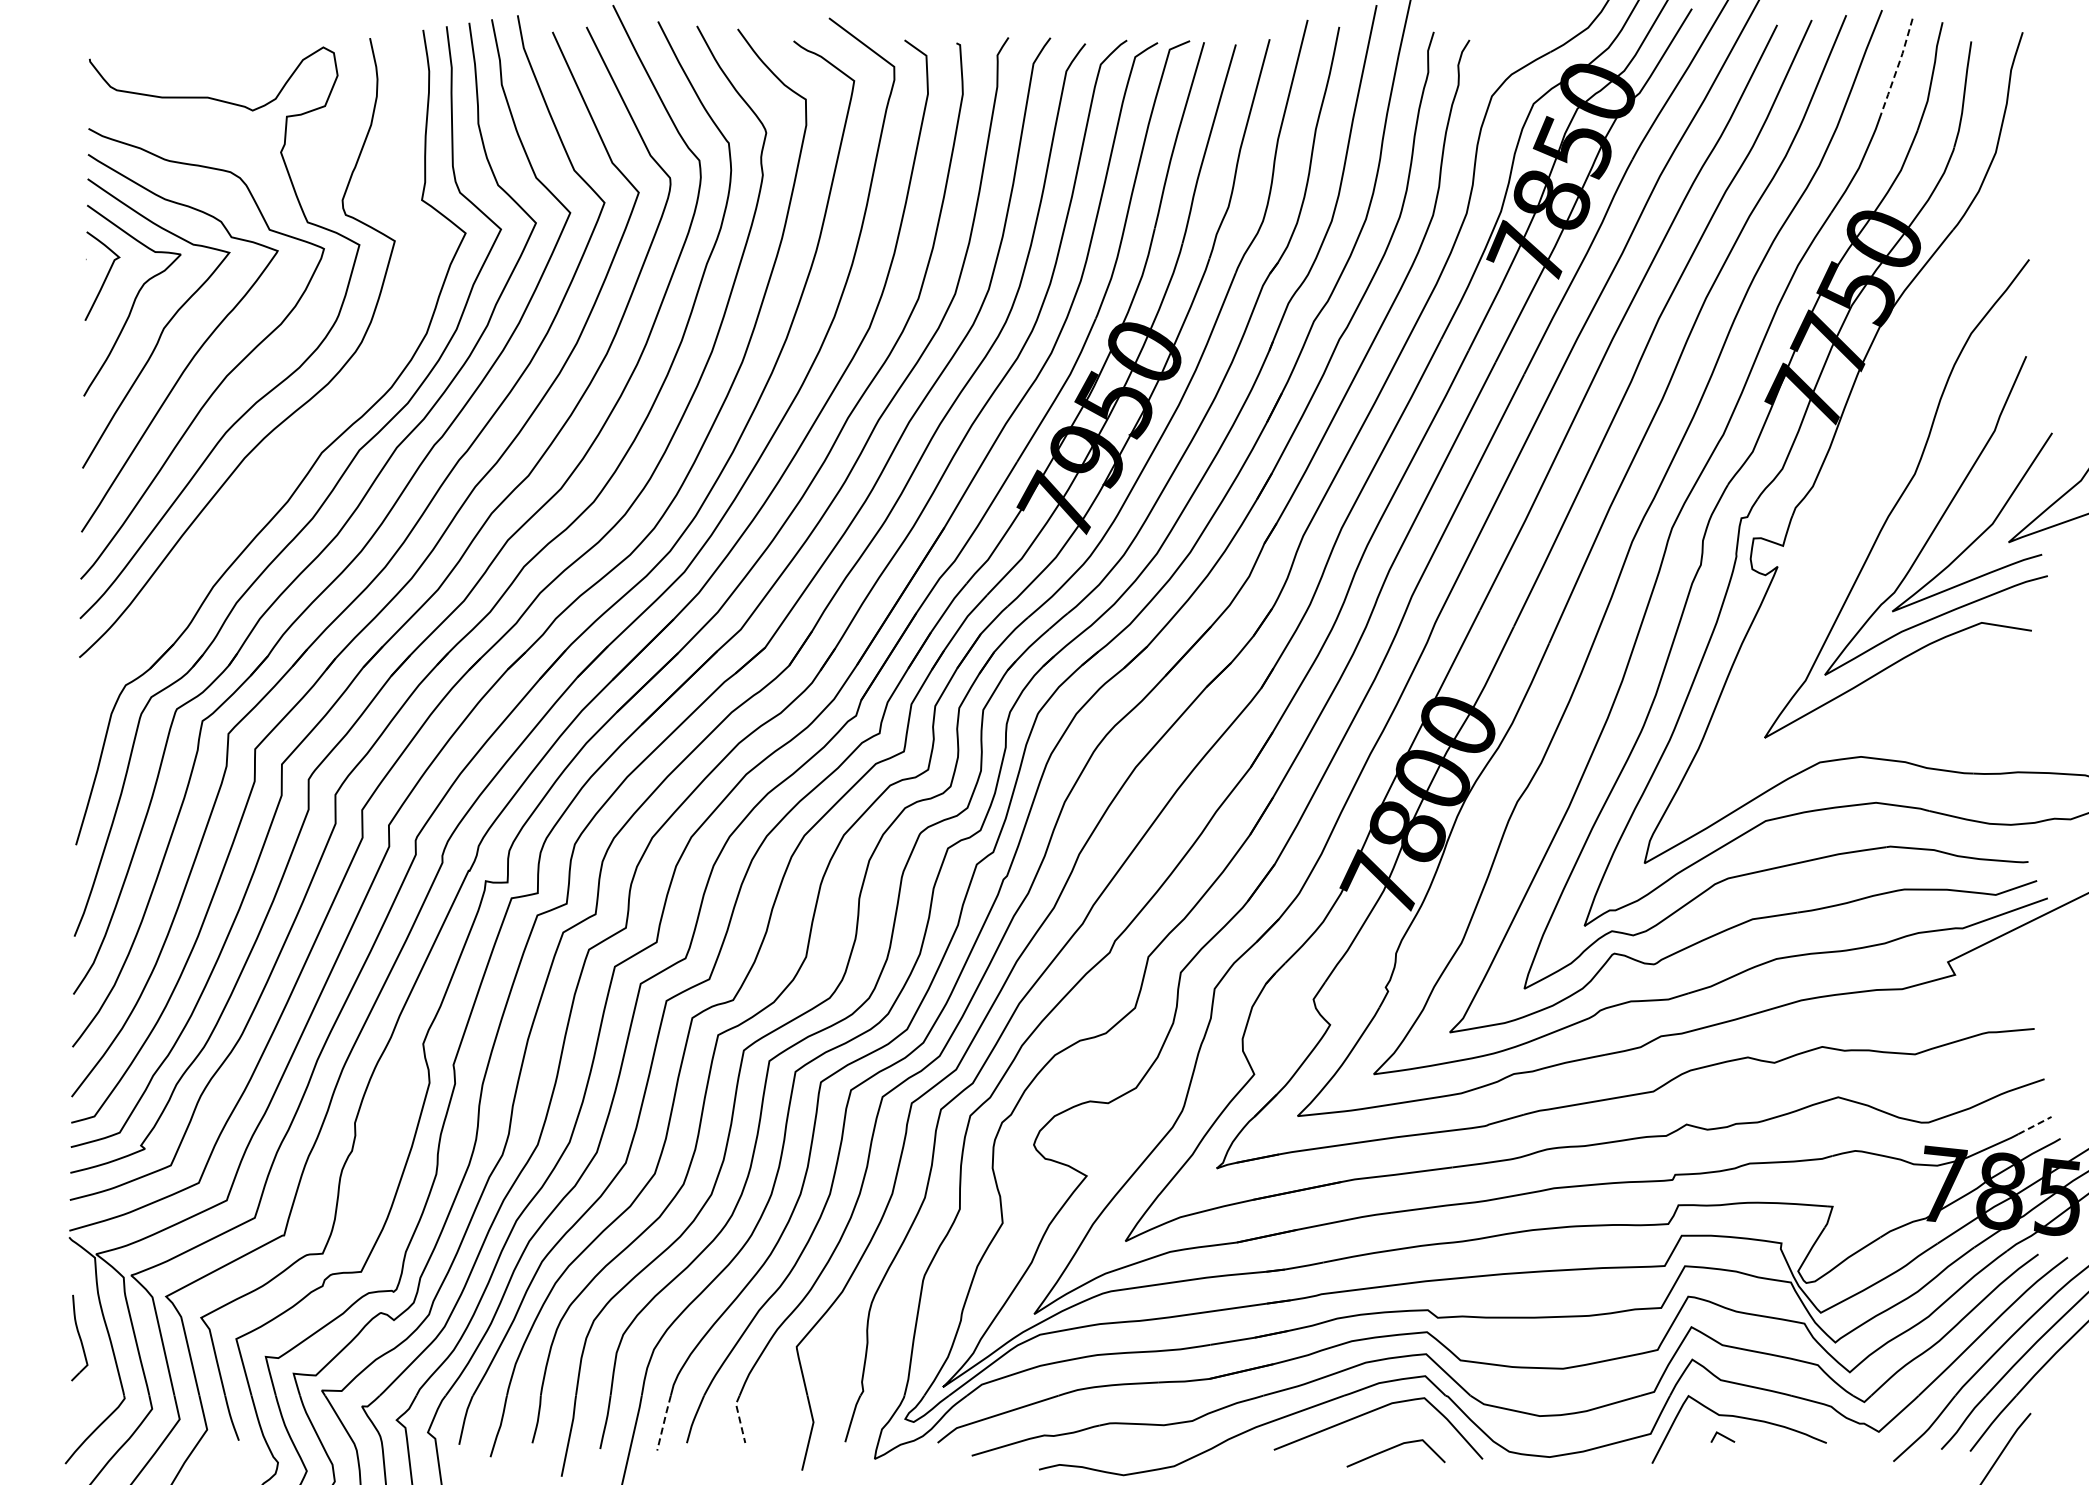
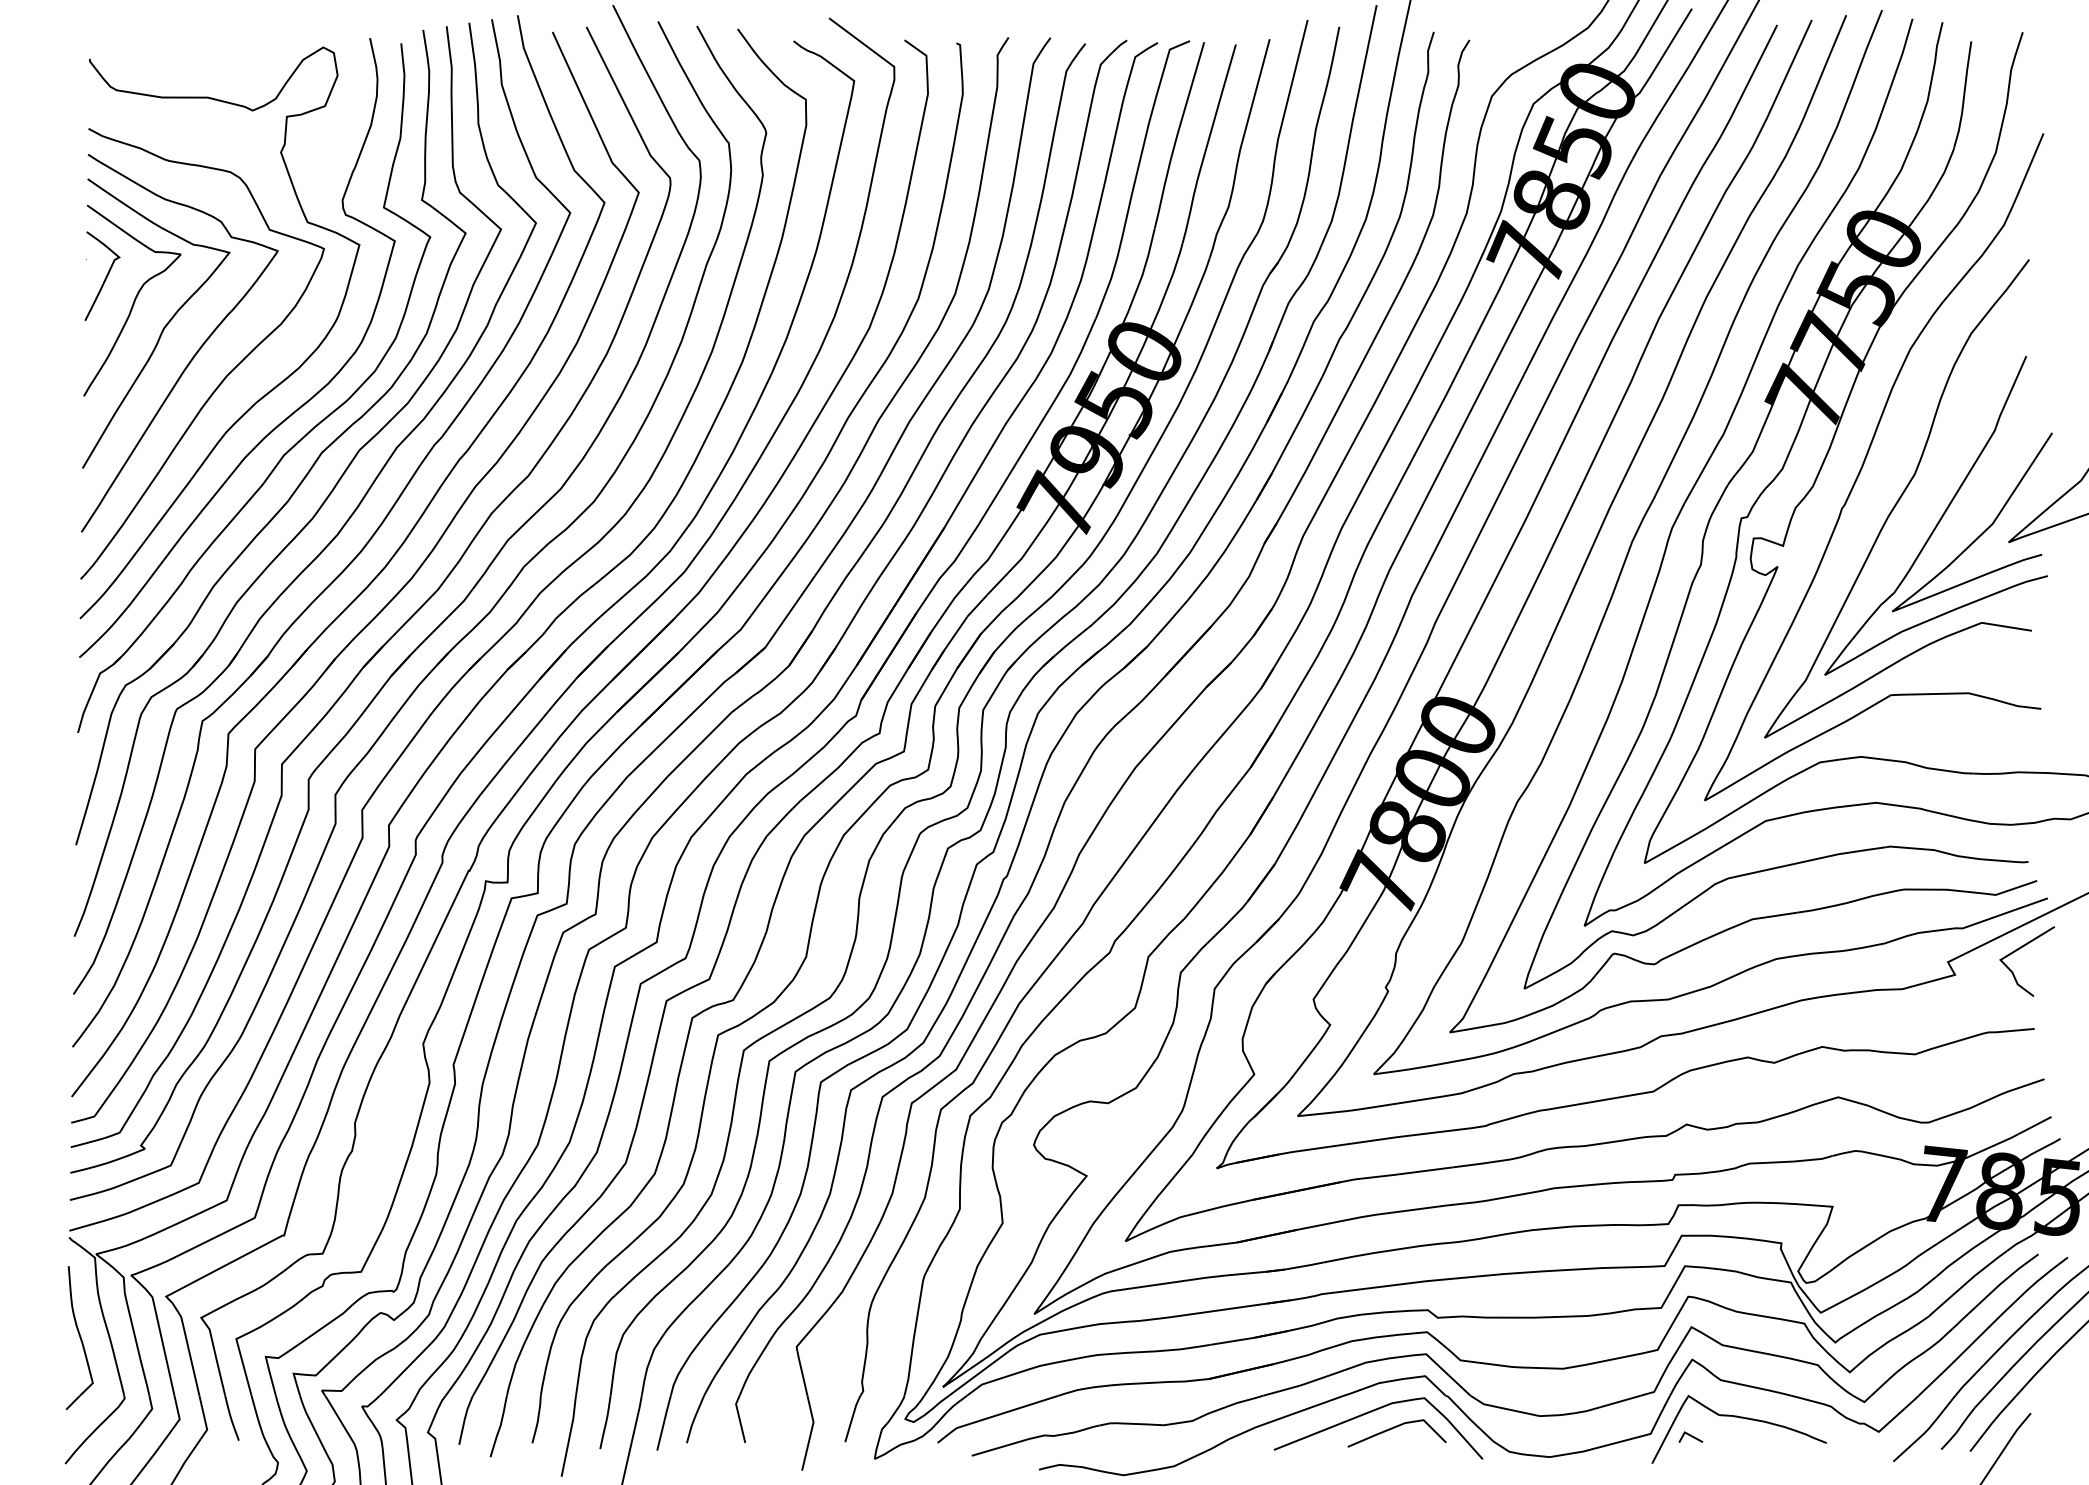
line at (1898, 66): dashed -> solid
part at (300, 438): none -> present
curve at (1864, 464): none -> present
line at (2018, 950): none -> present
line at (2034, 1125): dashed -> solid
part at (79, 1337) size: 18x88 px -> 29x144 px
line at (739, 1419): dashed -> solid
line at (664, 1422): dashed -> solid
line at (1722, 1436) position: (1722, 1436) -> (1690, 1436)
line at (1393, 1448) position: (1393, 1448) -> (1394, 1428)
